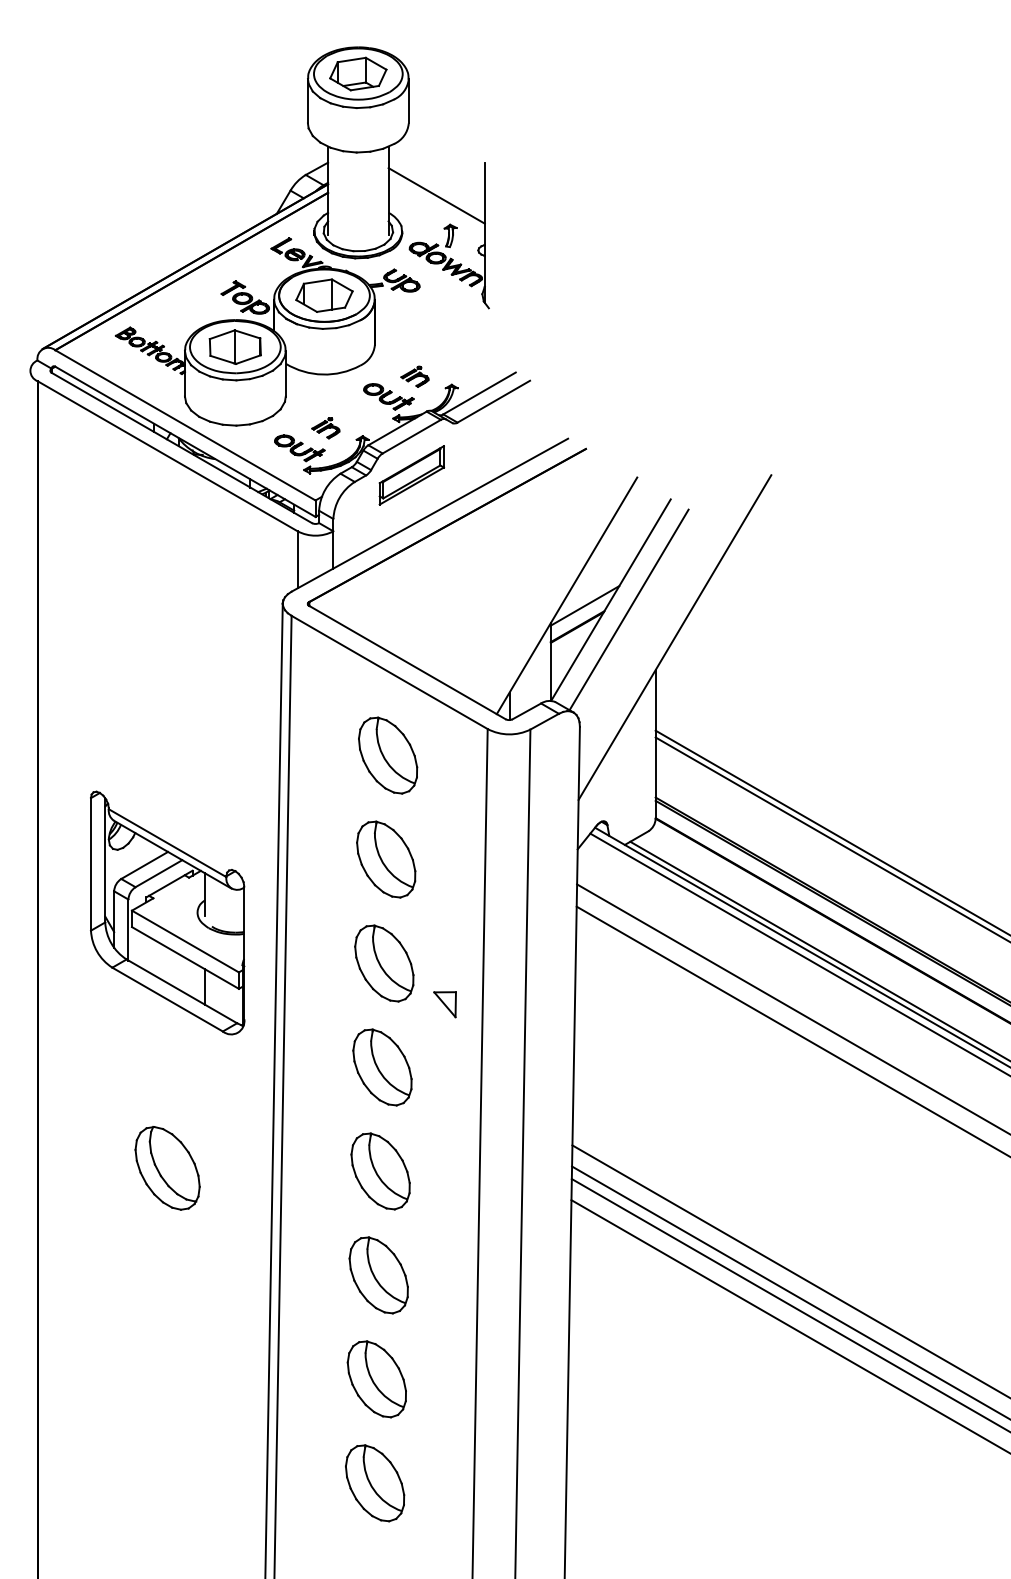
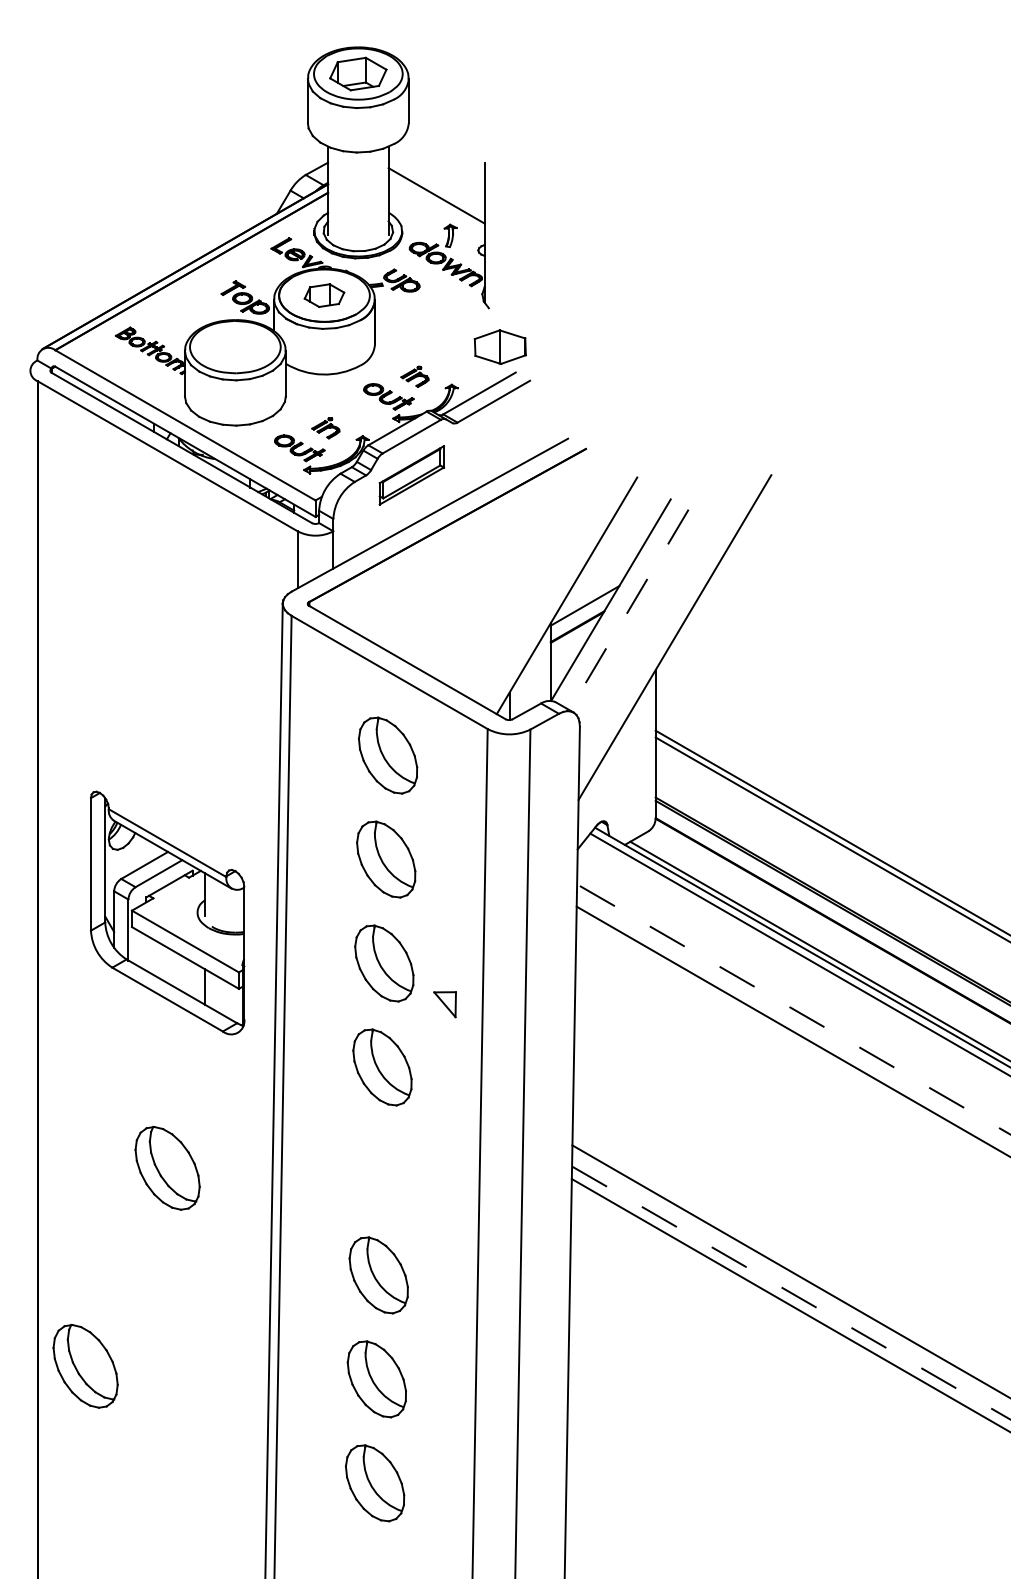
part at (324, 295) size: 59x35 px -> 43x25 px
part at (234, 346) position: (234, 346) -> (499, 346)
line at (629, 609): solid -> dashed
line at (793, 1009): solid -> dashed
part at (380, 1171): present -> none
line at (791, 1293): solid -> dashed
line at (789, 1326): present -> none
part at (85, 1366): none -> present
